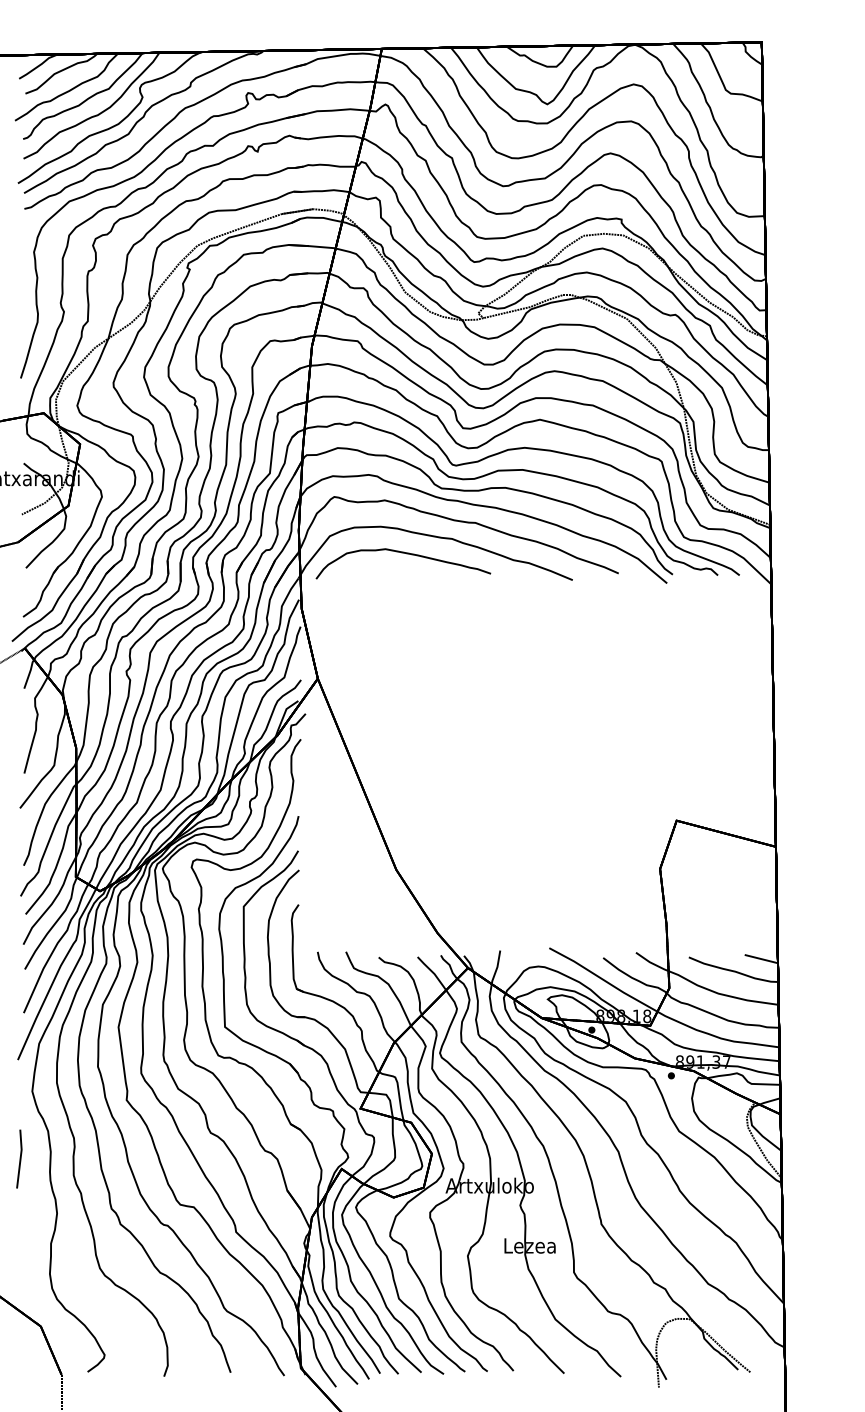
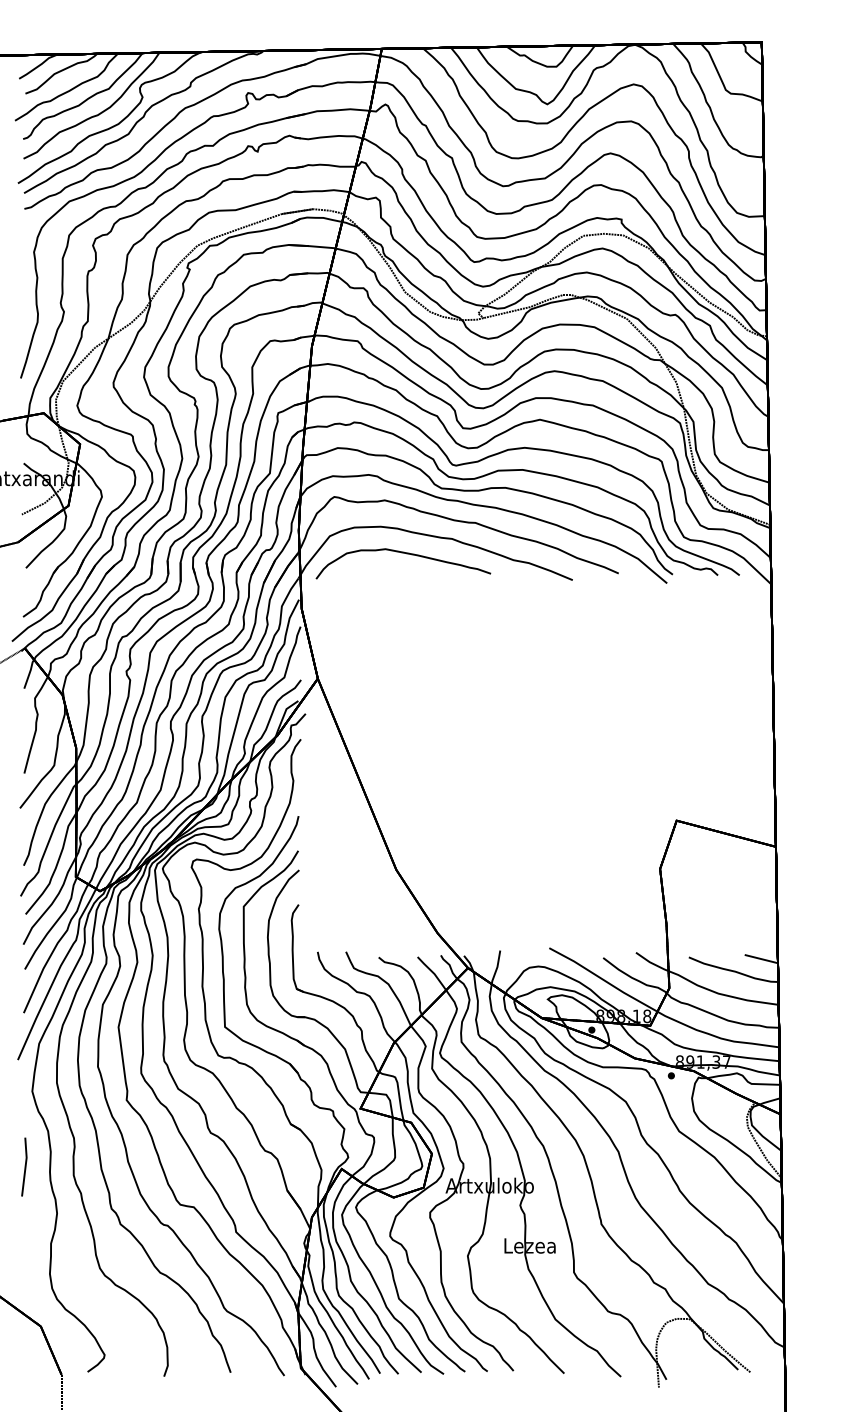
line at (19, 1158) position: (19, 1158) -> (24, 1166)
